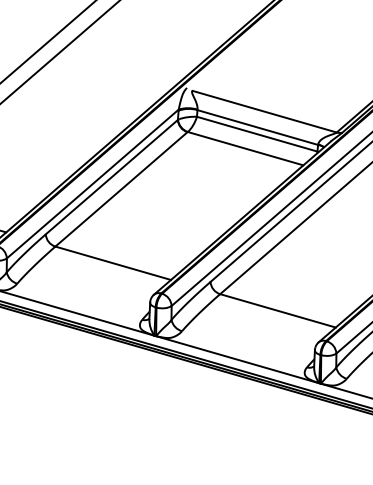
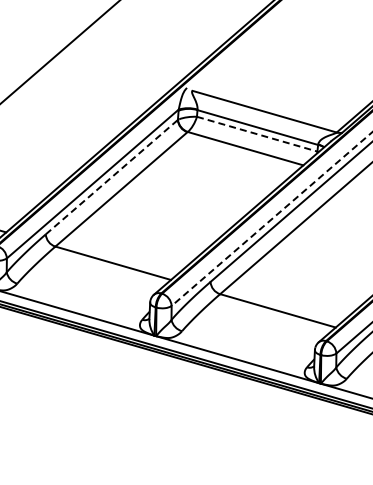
line at (48, 42): present -> none
line at (257, 134): solid -> dashed
line at (112, 176): solid -> dashed
line at (272, 218): solid -> dashed
